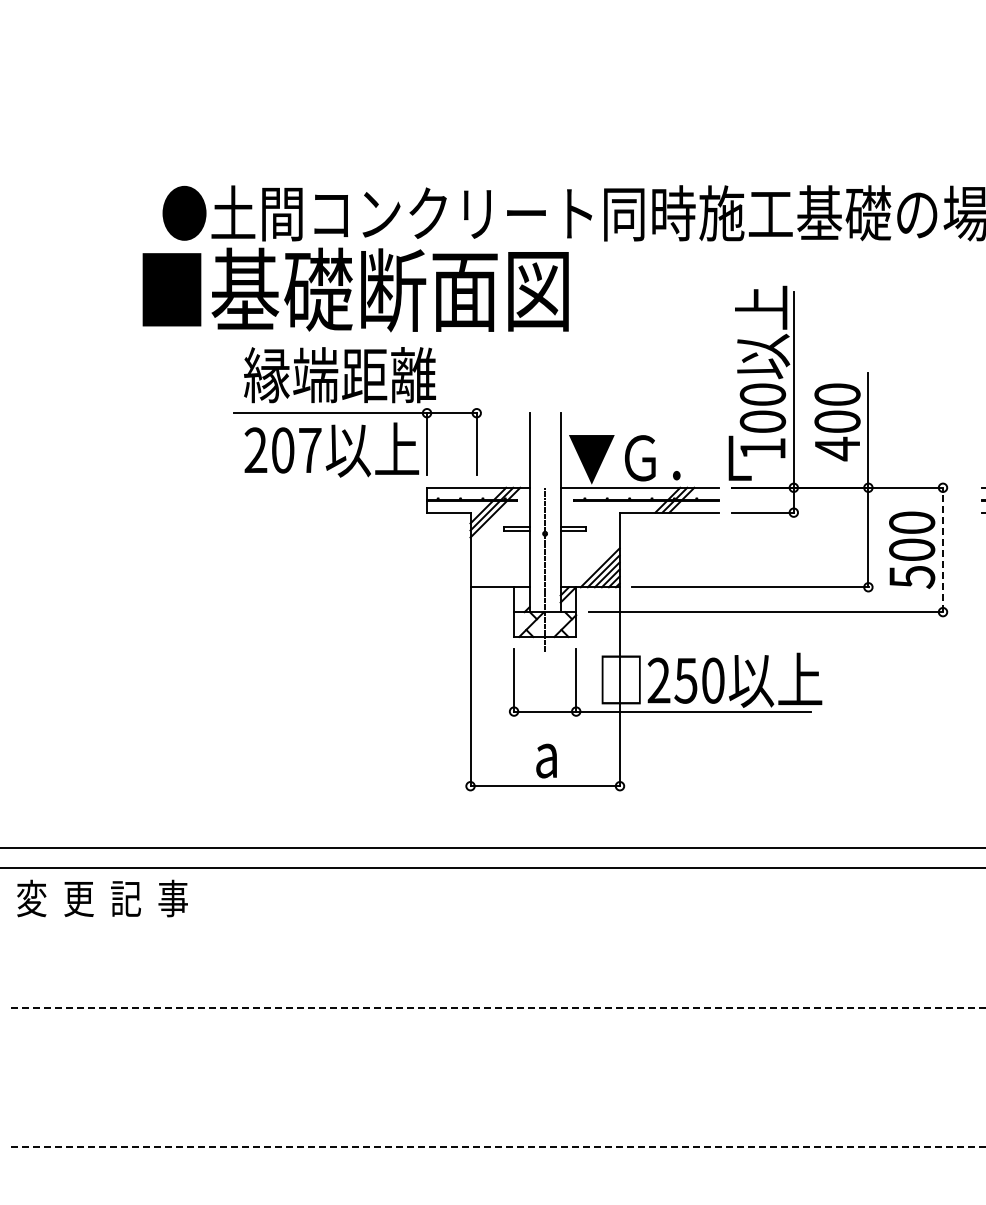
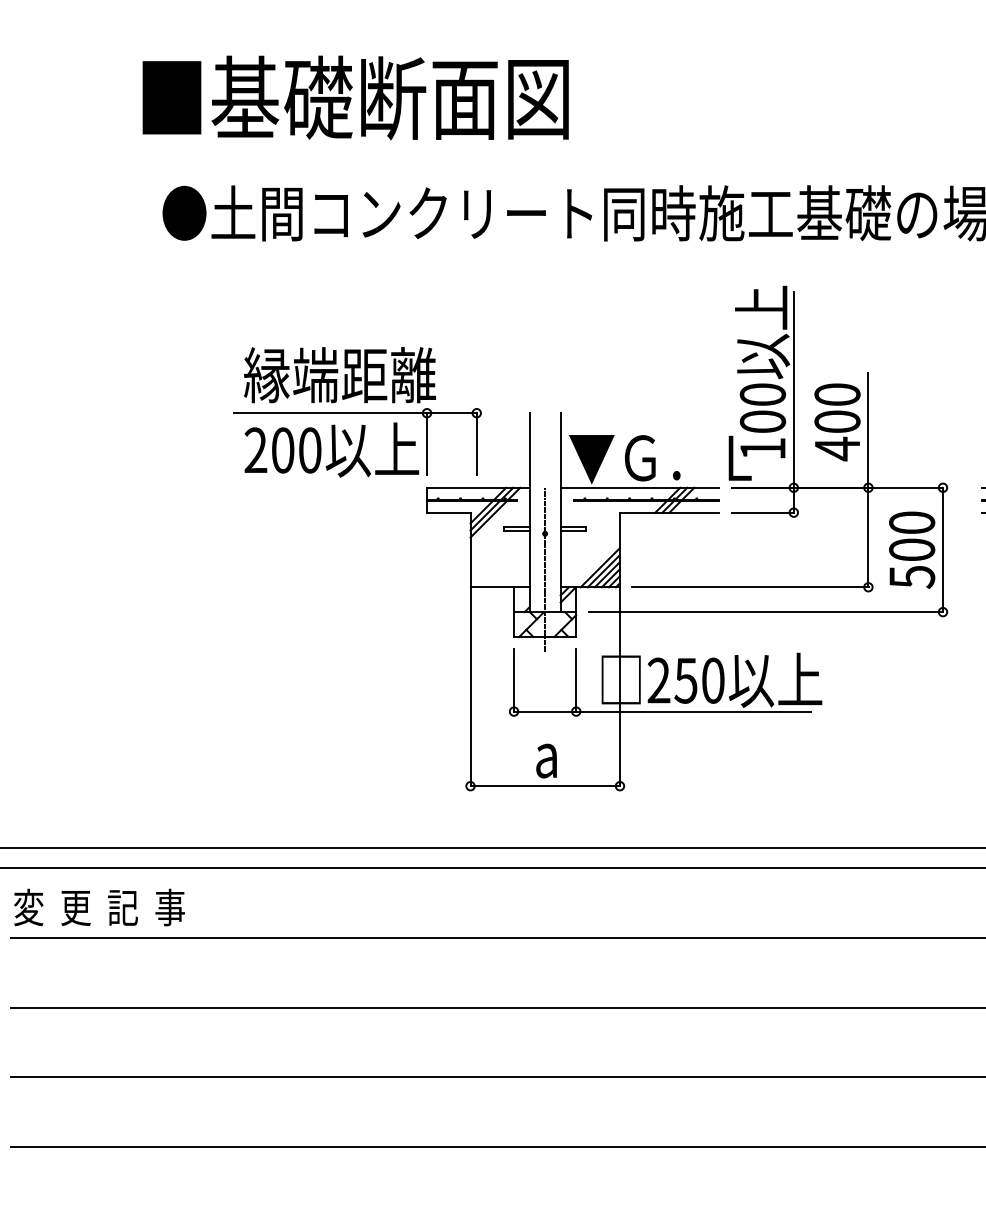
text at (355, 289) position: (355, 289) -> (355, 97)
text at (310, 450): 207 -> 200
line at (943, 549): dashed -> solid
text at (102, 898) position: (102, 898) -> (99, 907)
line at (496, 937): none -> present
line at (499, 1007): dashed -> solid
line at (496, 1077): none -> present
line at (499, 1146): dashed -> solid
